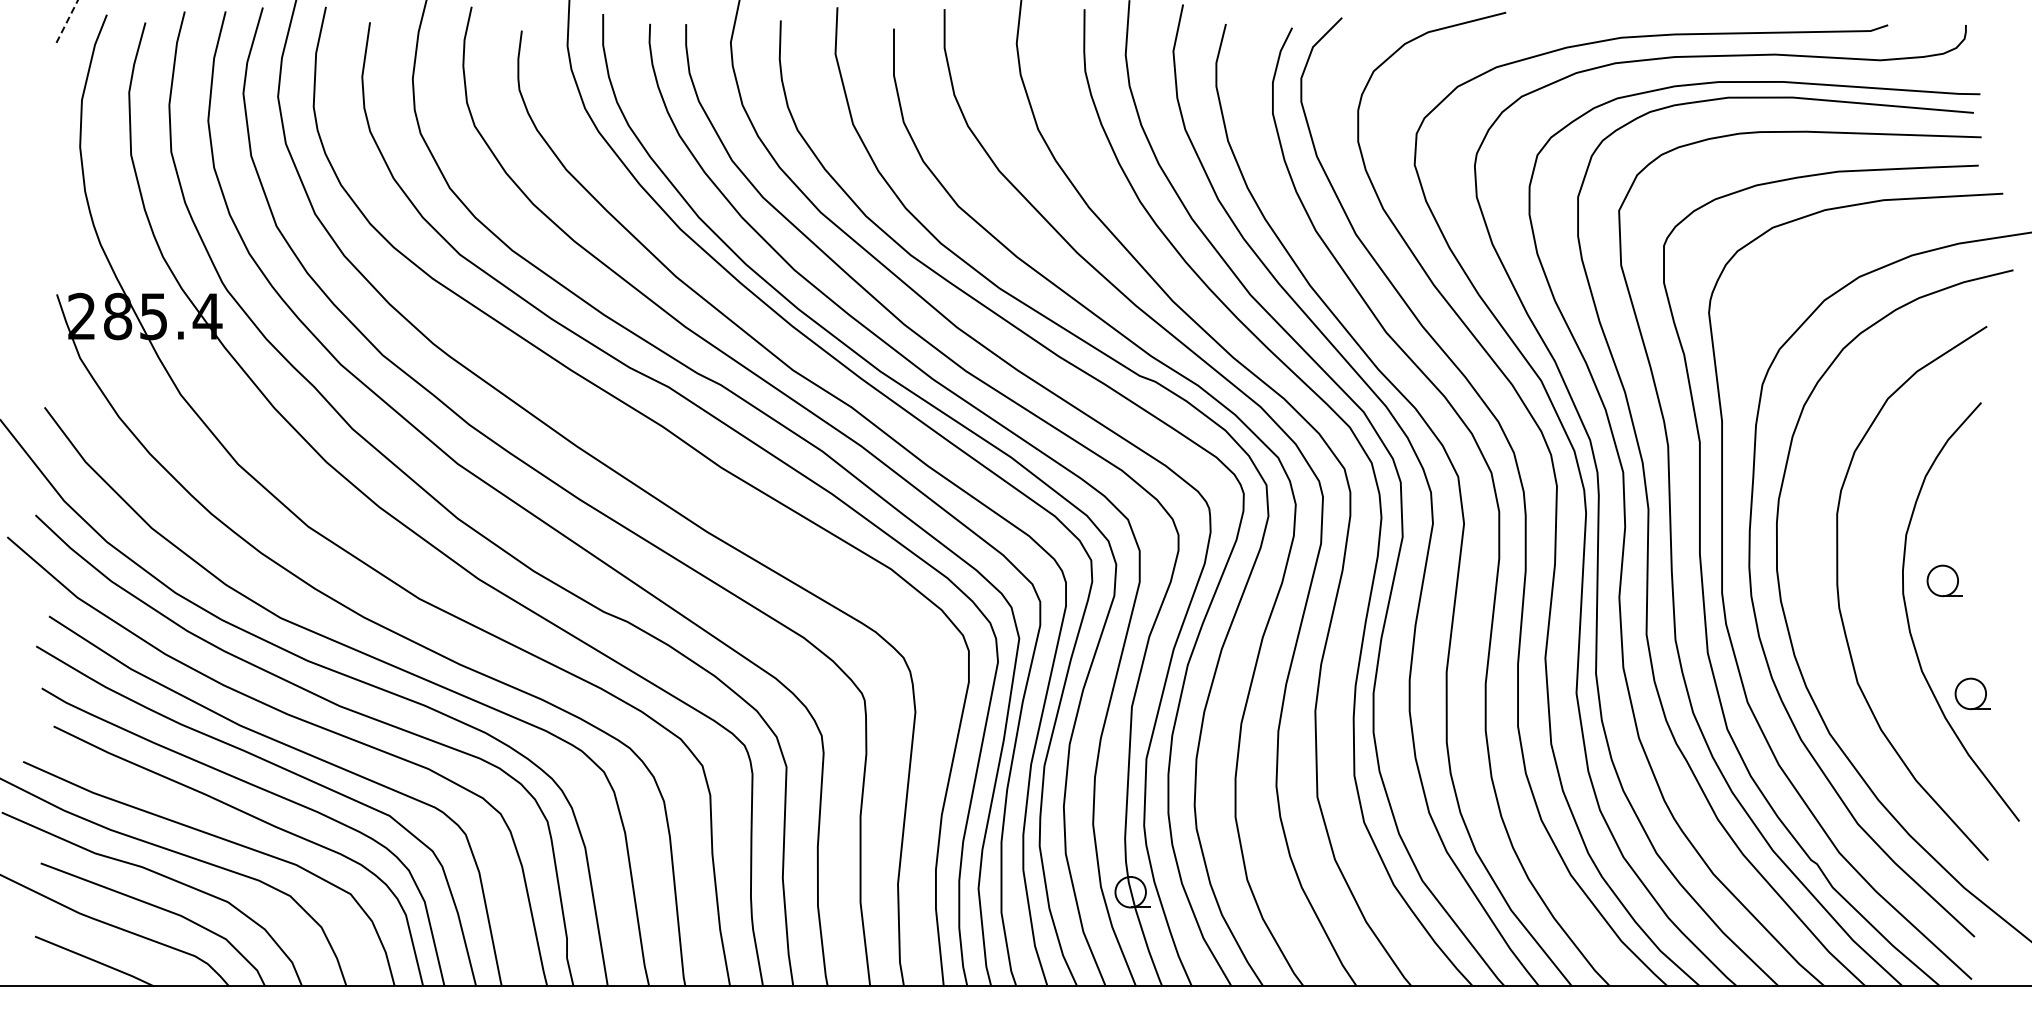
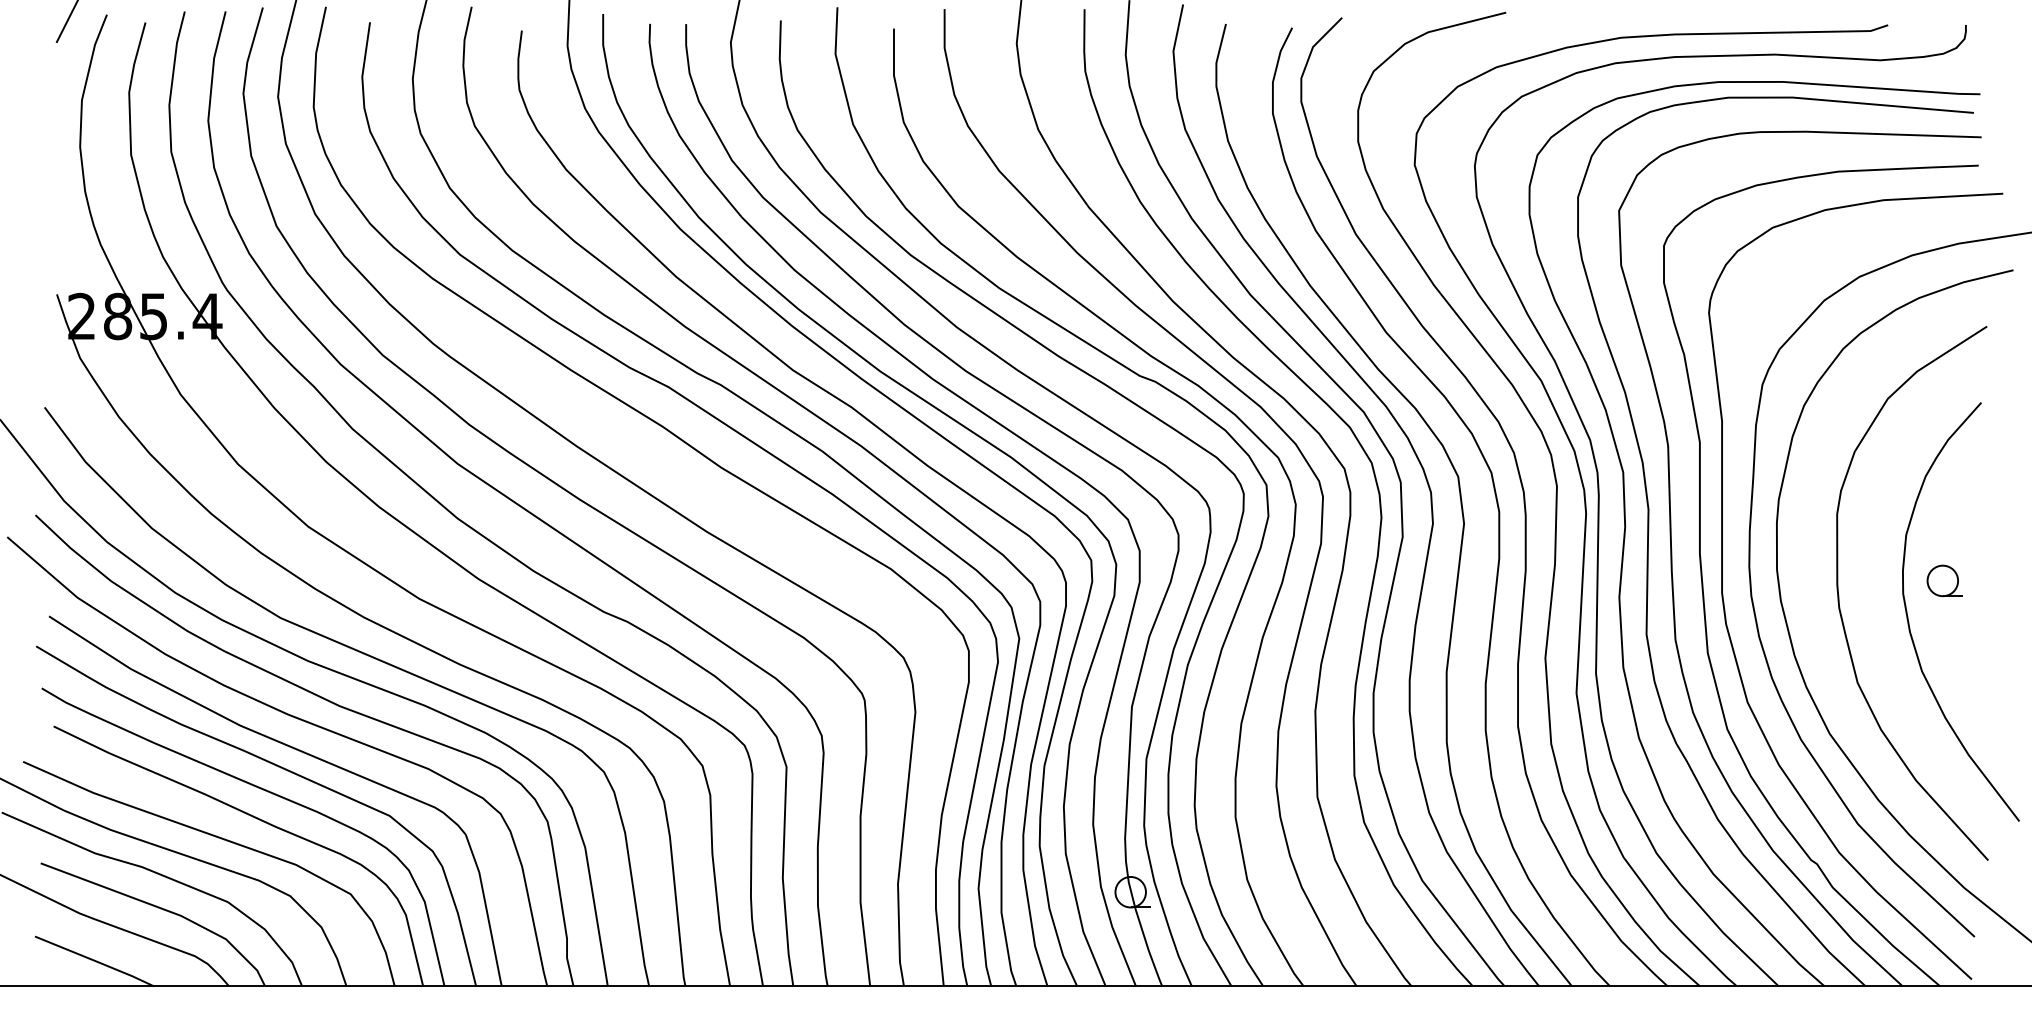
line at (67, 21): dashed -> solid
part at (1972, 693): present -> none
